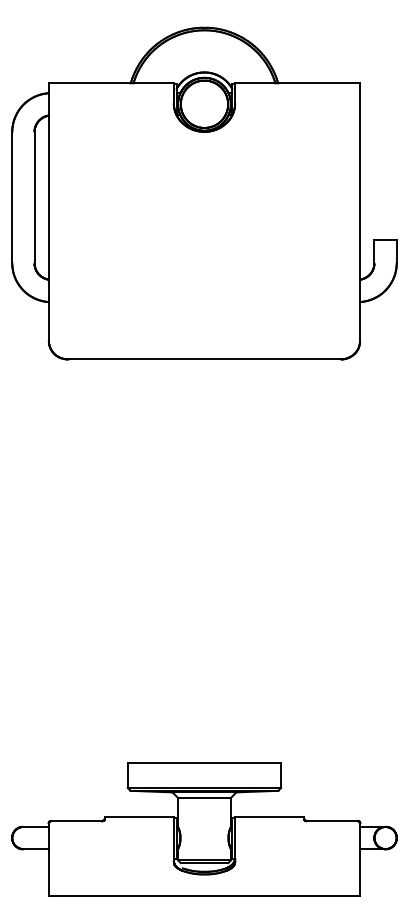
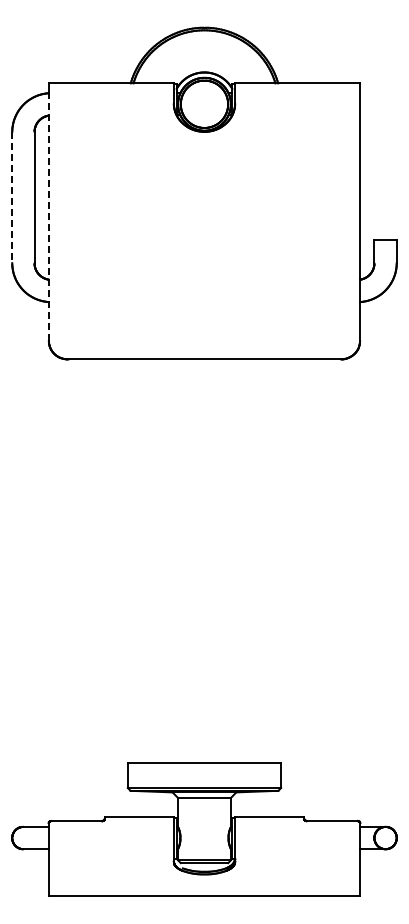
line at (12, 198): solid -> dashed
line at (48, 217): solid -> dashed
